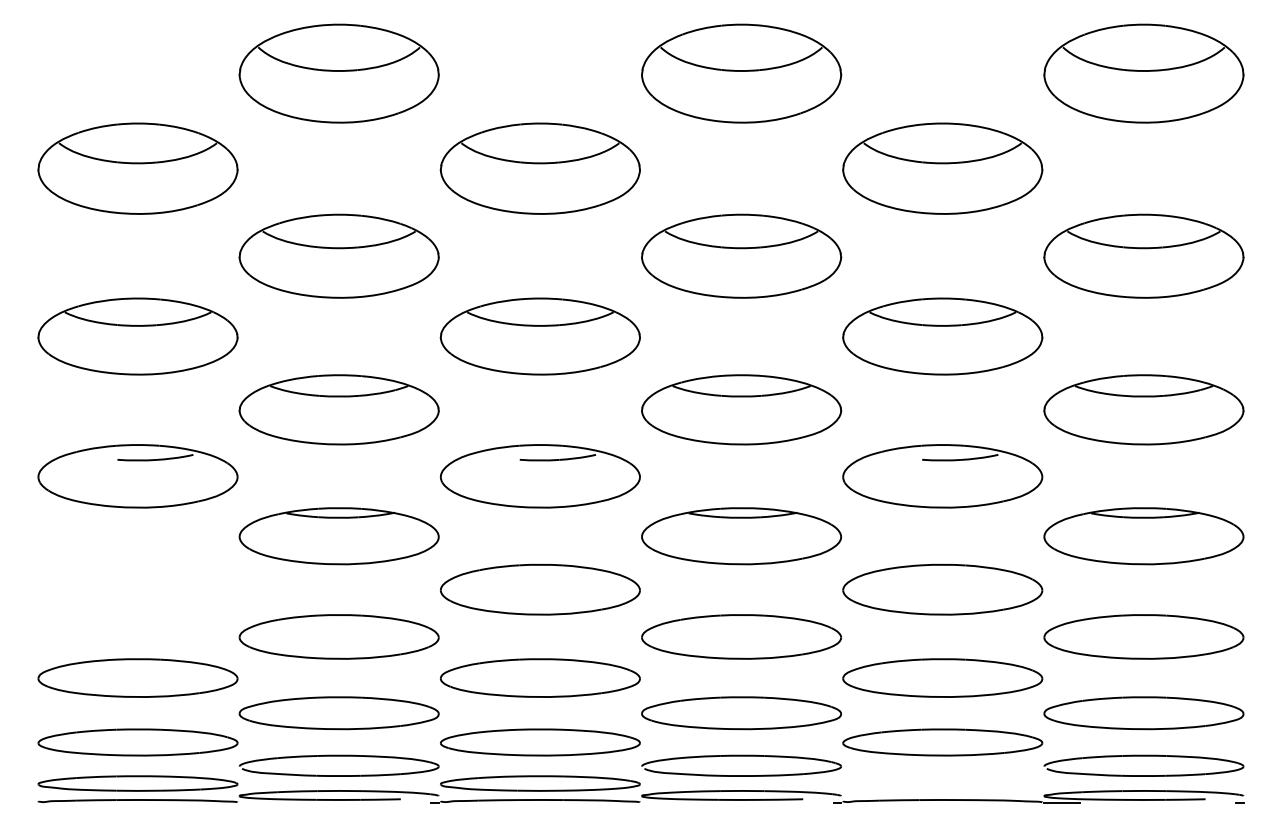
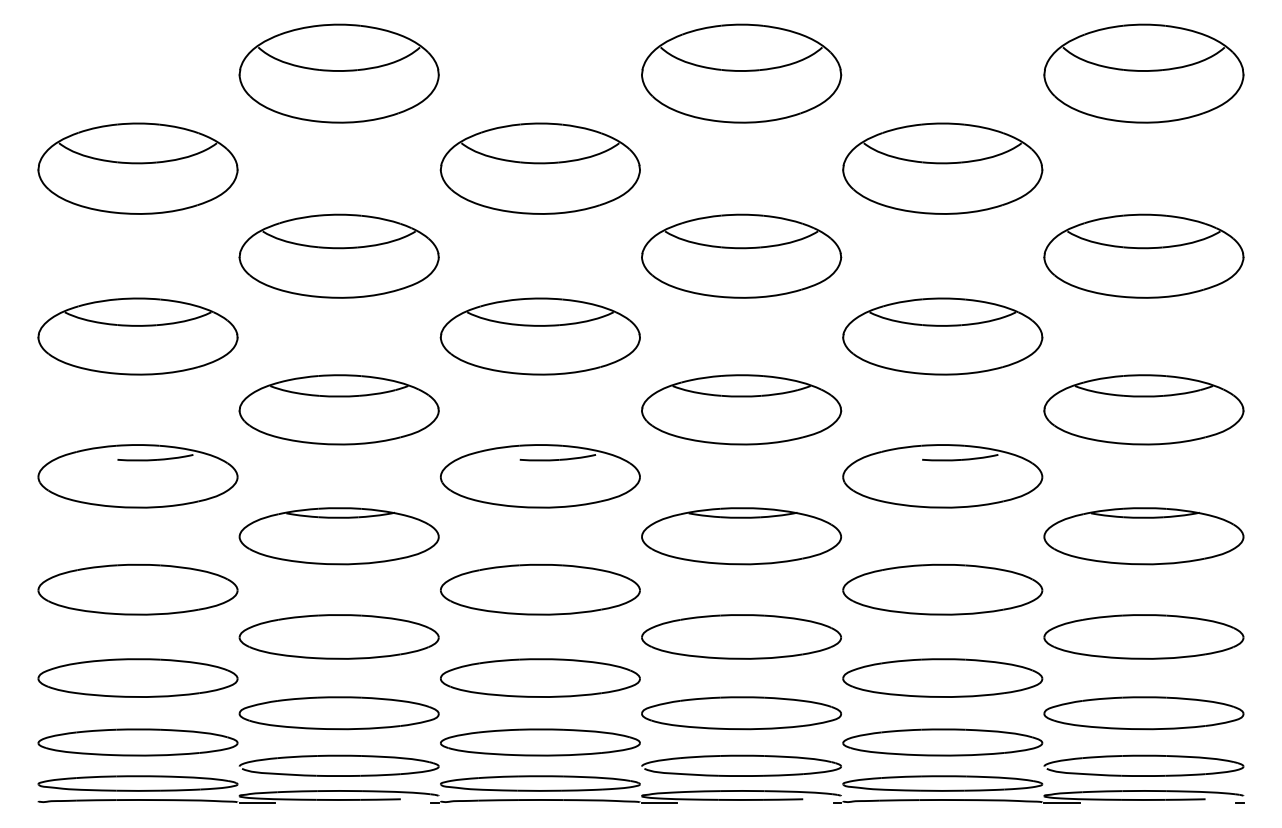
part at (137, 589): none -> present
part at (942, 783): none -> present
line at (257, 803): none -> present
line at (659, 803): none -> present
